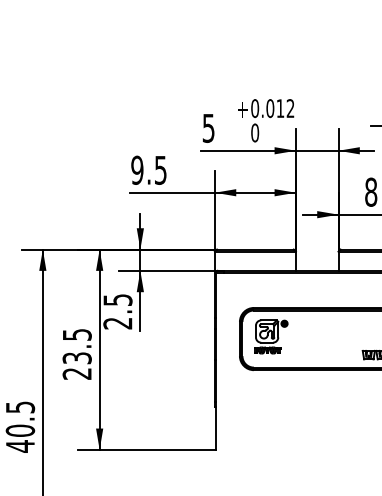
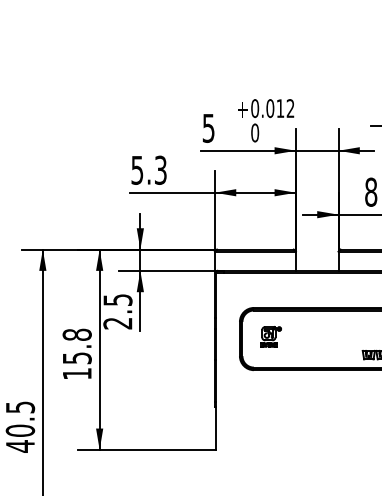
text at (148, 169): 9.5 -> 5.3
part at (271, 336) size: 35x36 px -> 22x22 px
text at (76, 353): 23.5 -> 15.8
